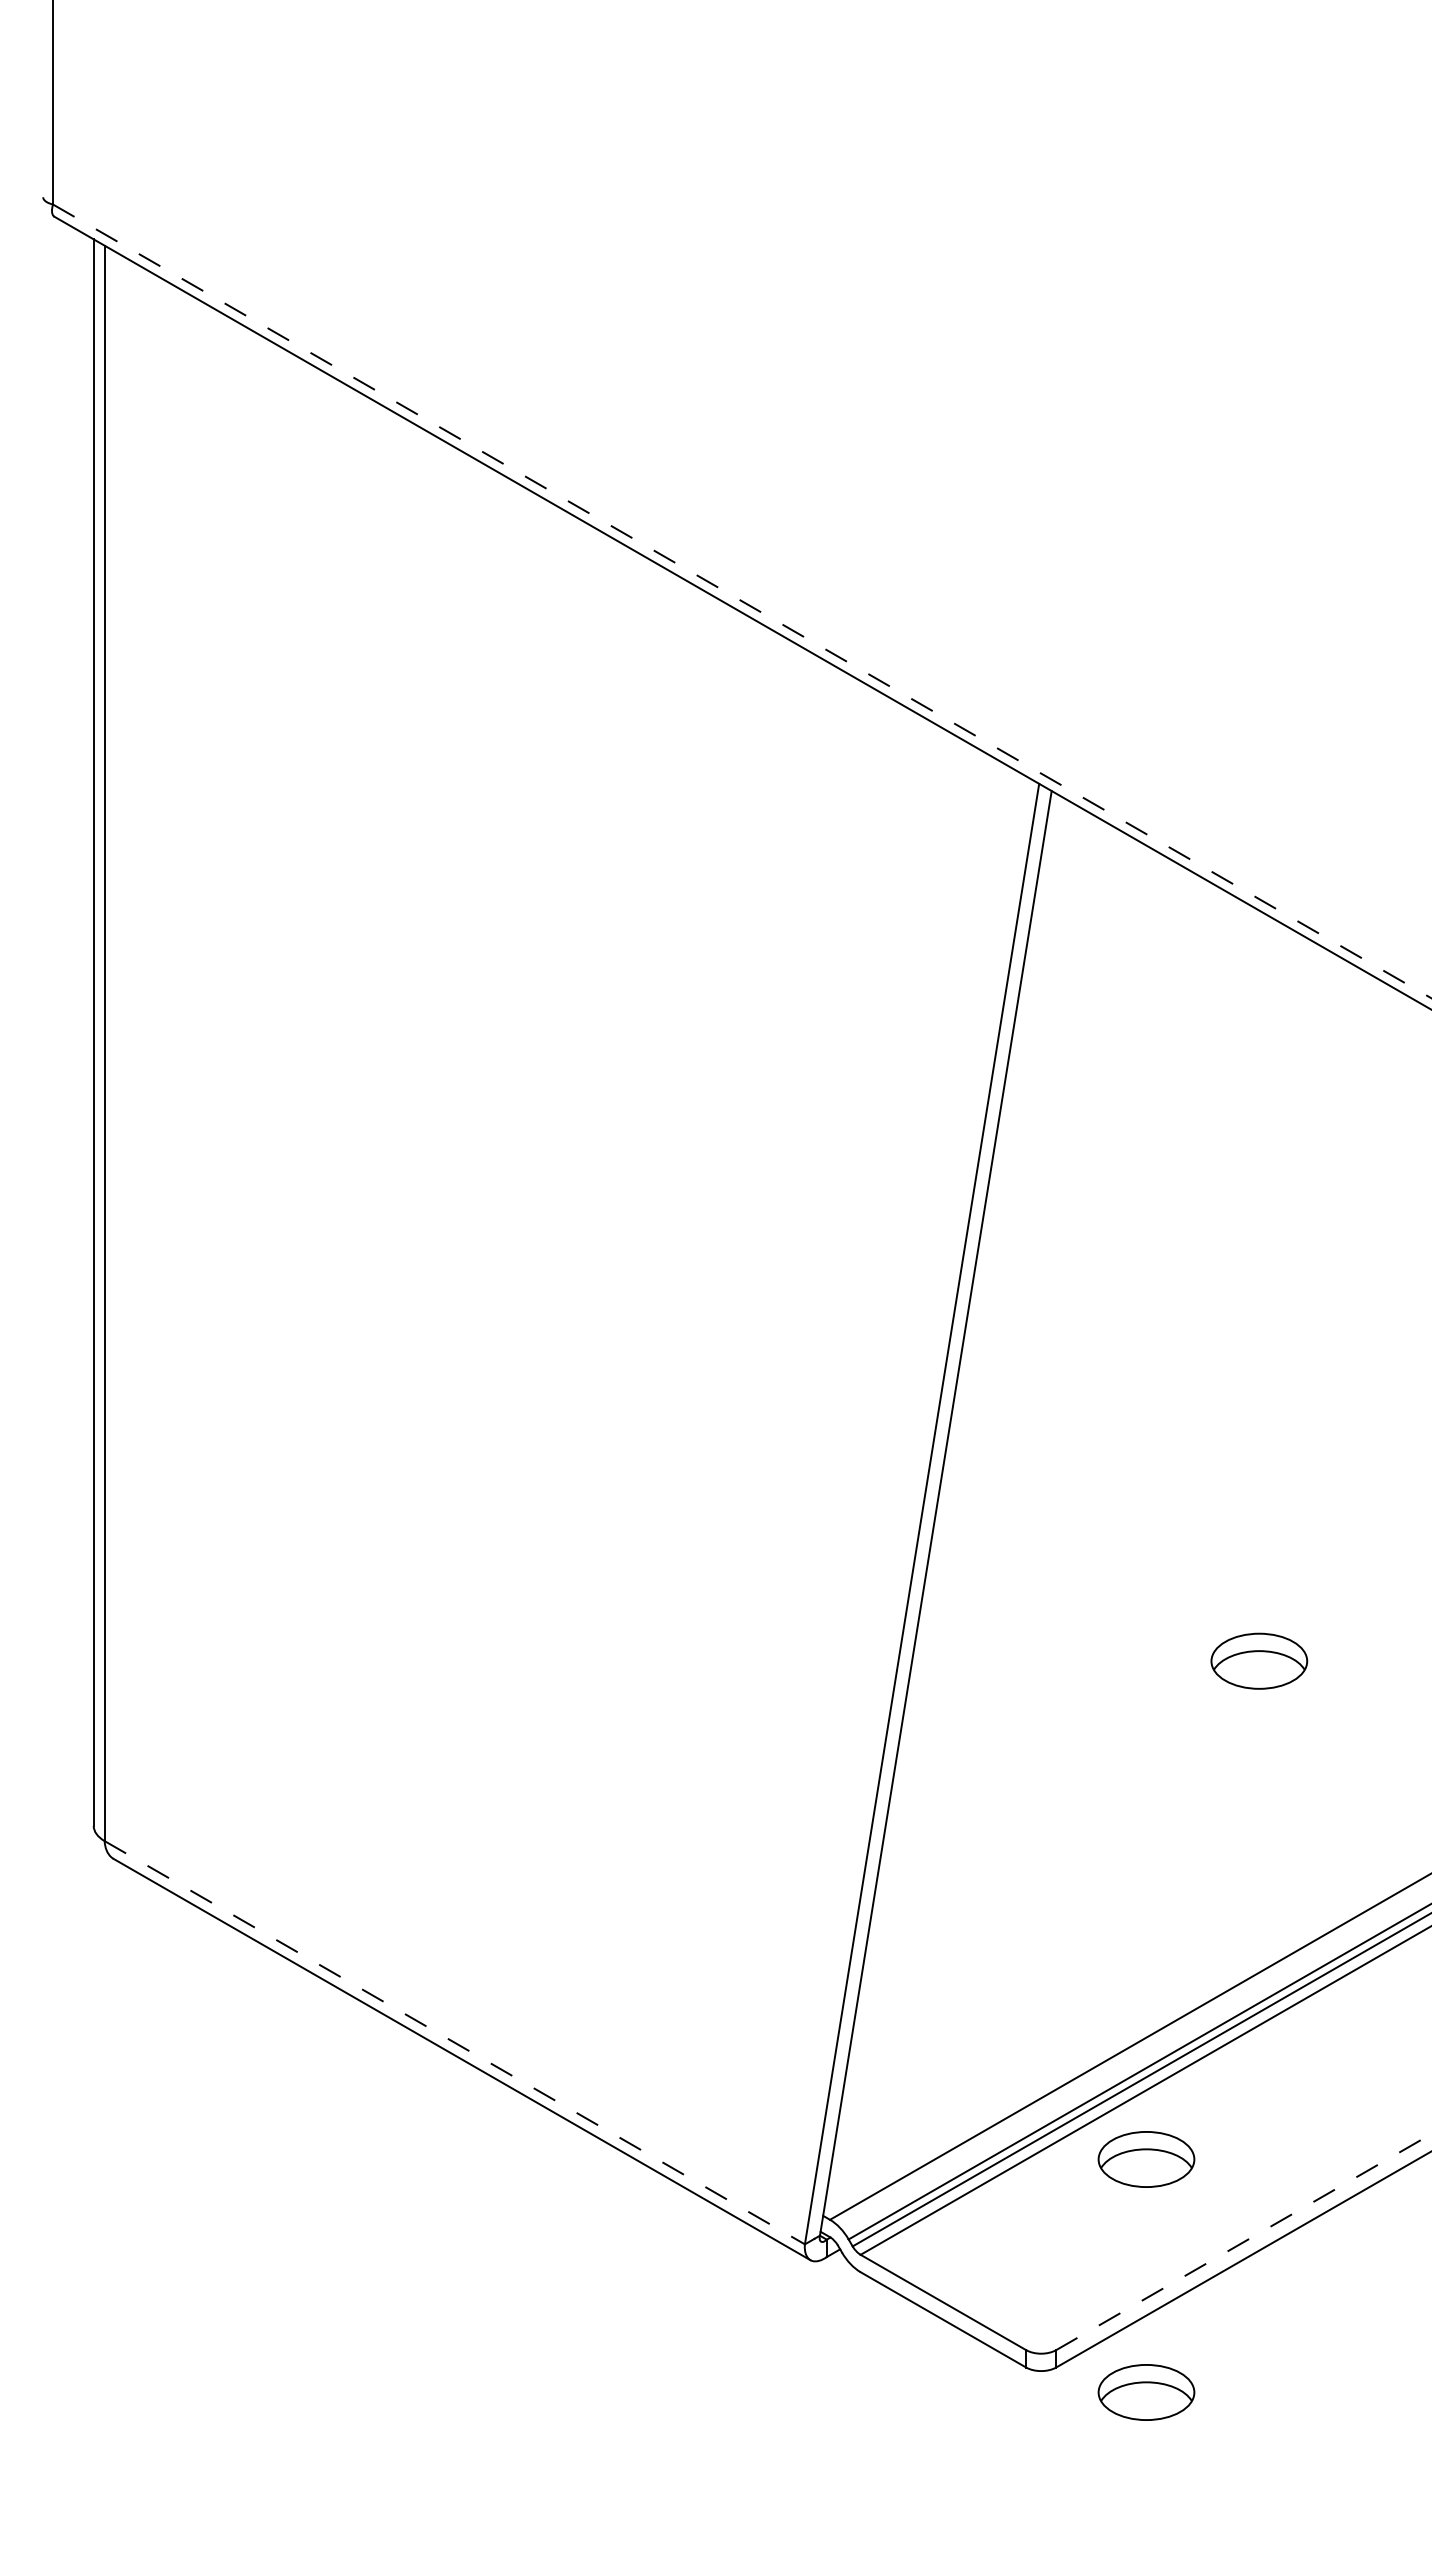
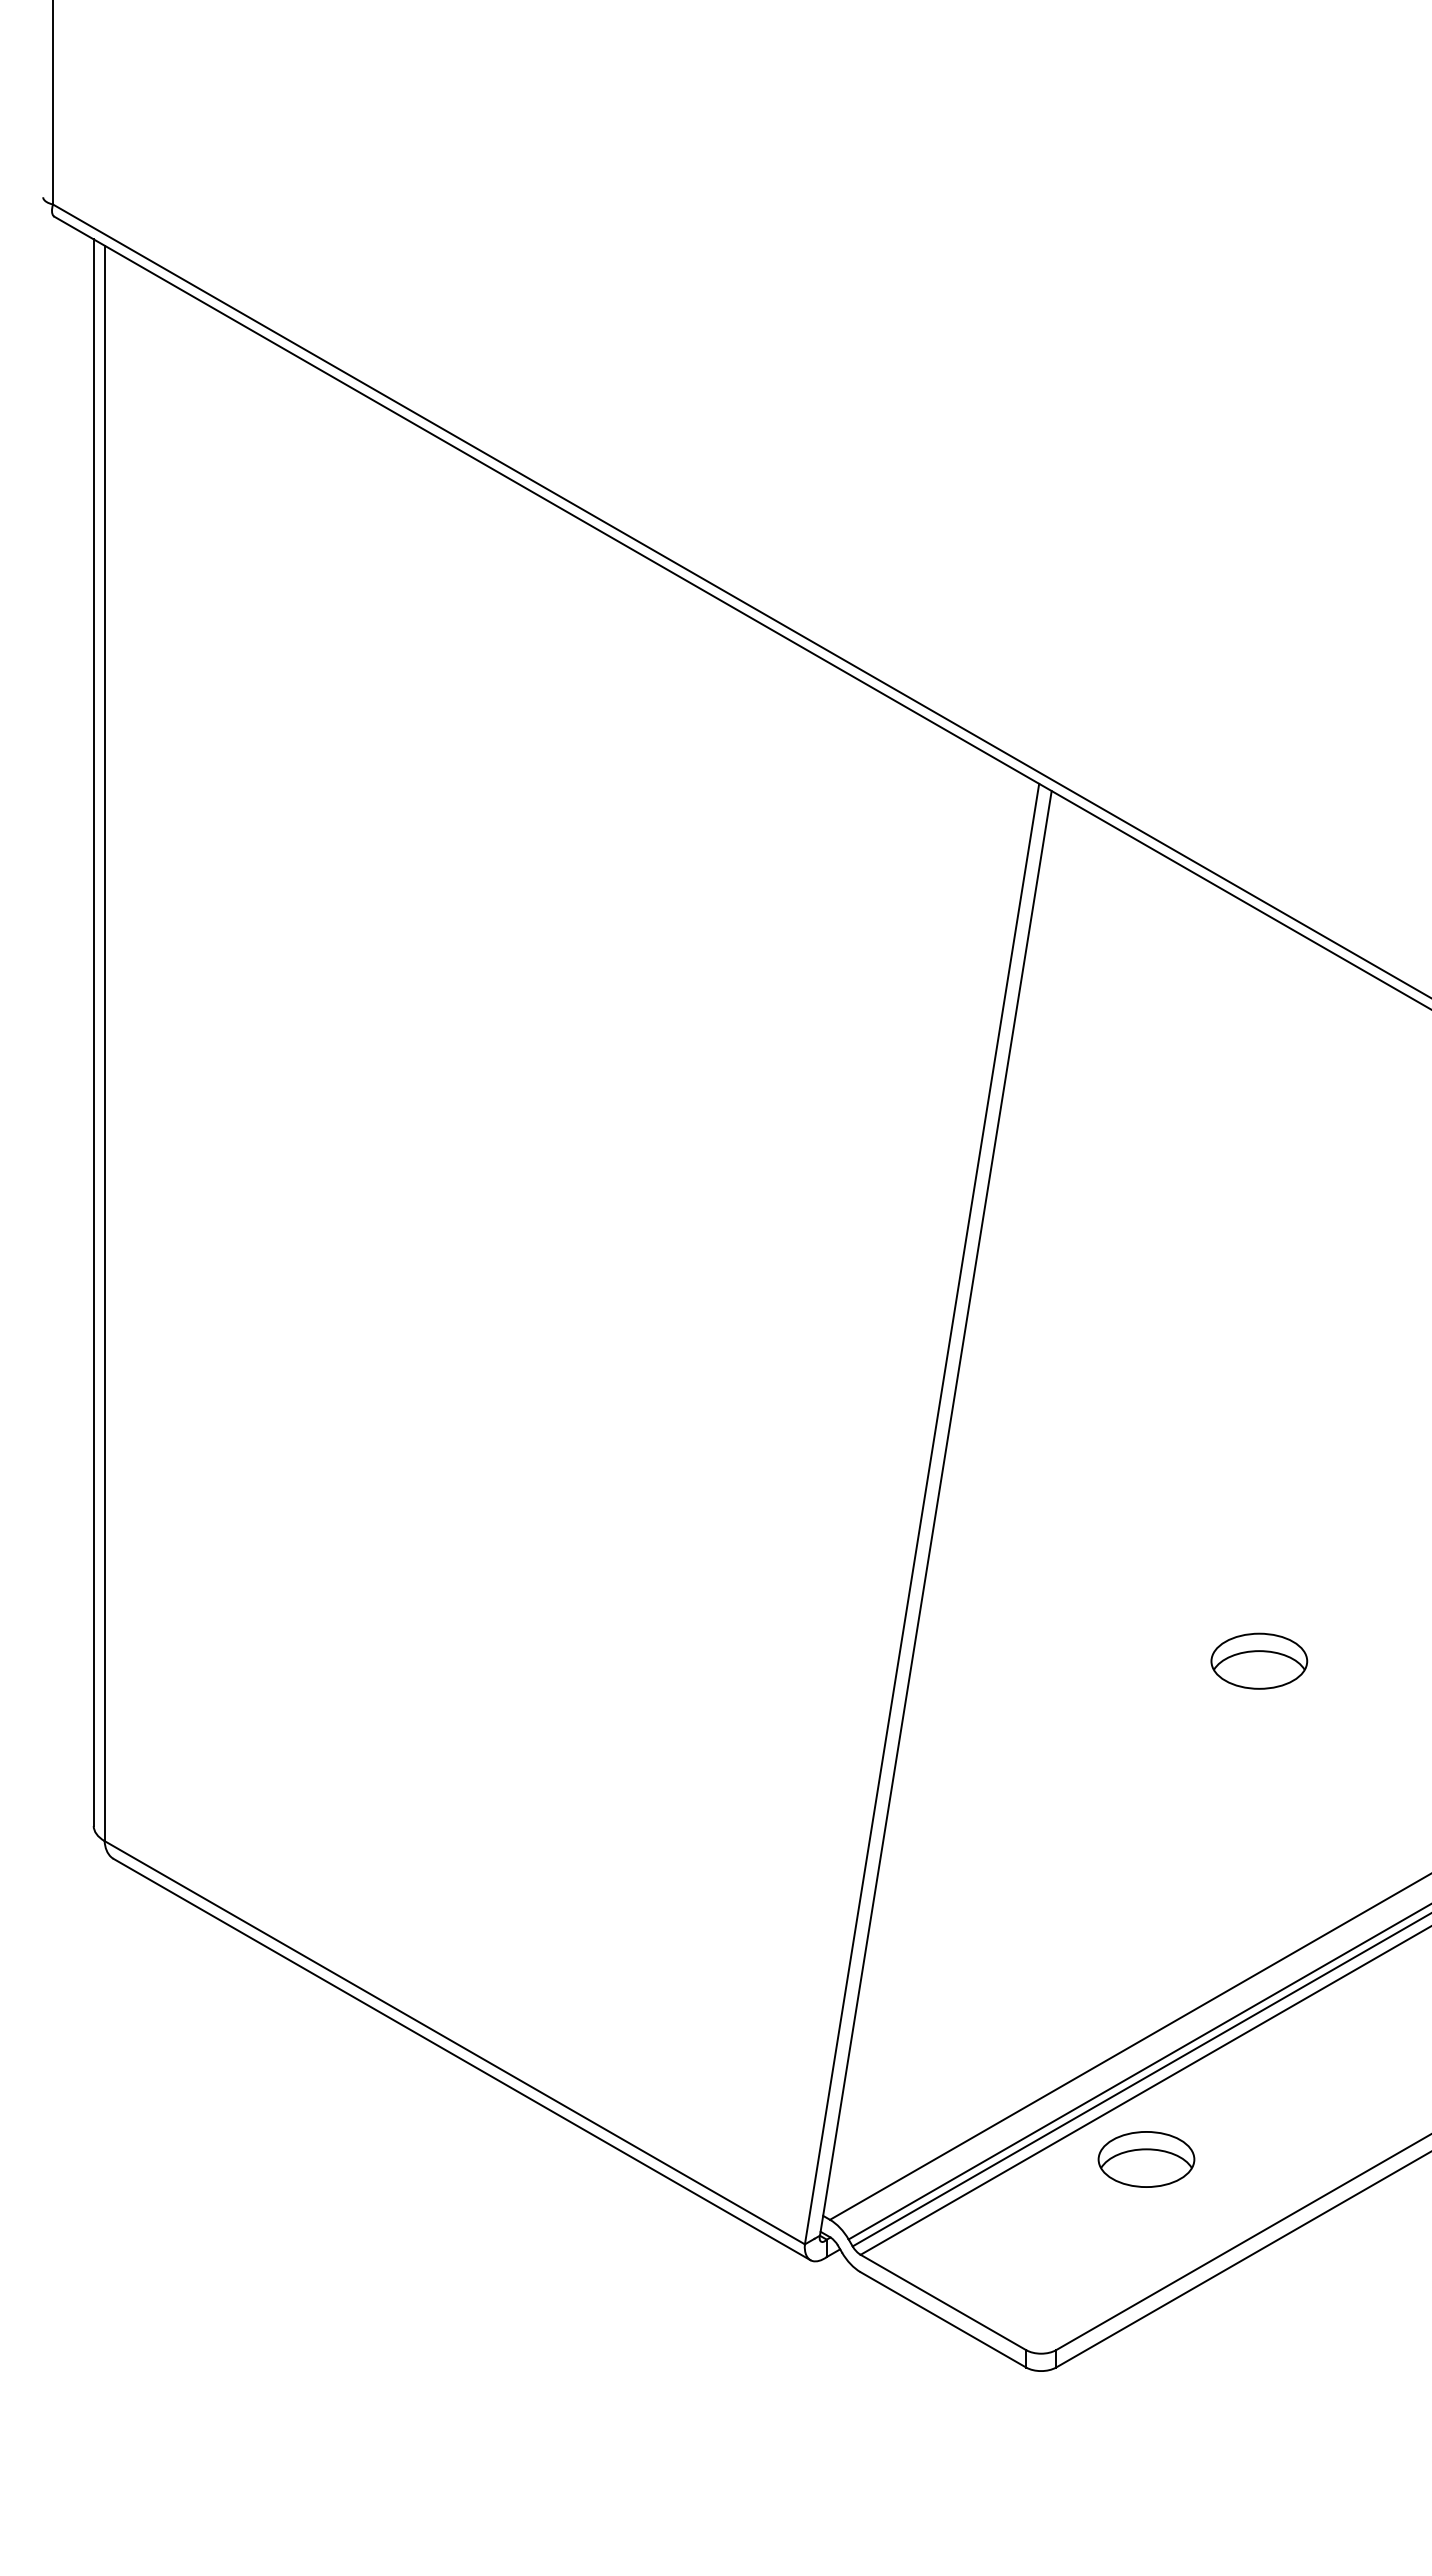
line at (742, 601): dashed -> solid
line at (455, 2042): dashed -> solid
line at (1243, 2242): dashed -> solid
part at (1146, 2392): present -> none
